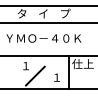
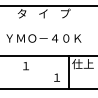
line at (48, 23): present -> none
line at (35, 75): present -> none
